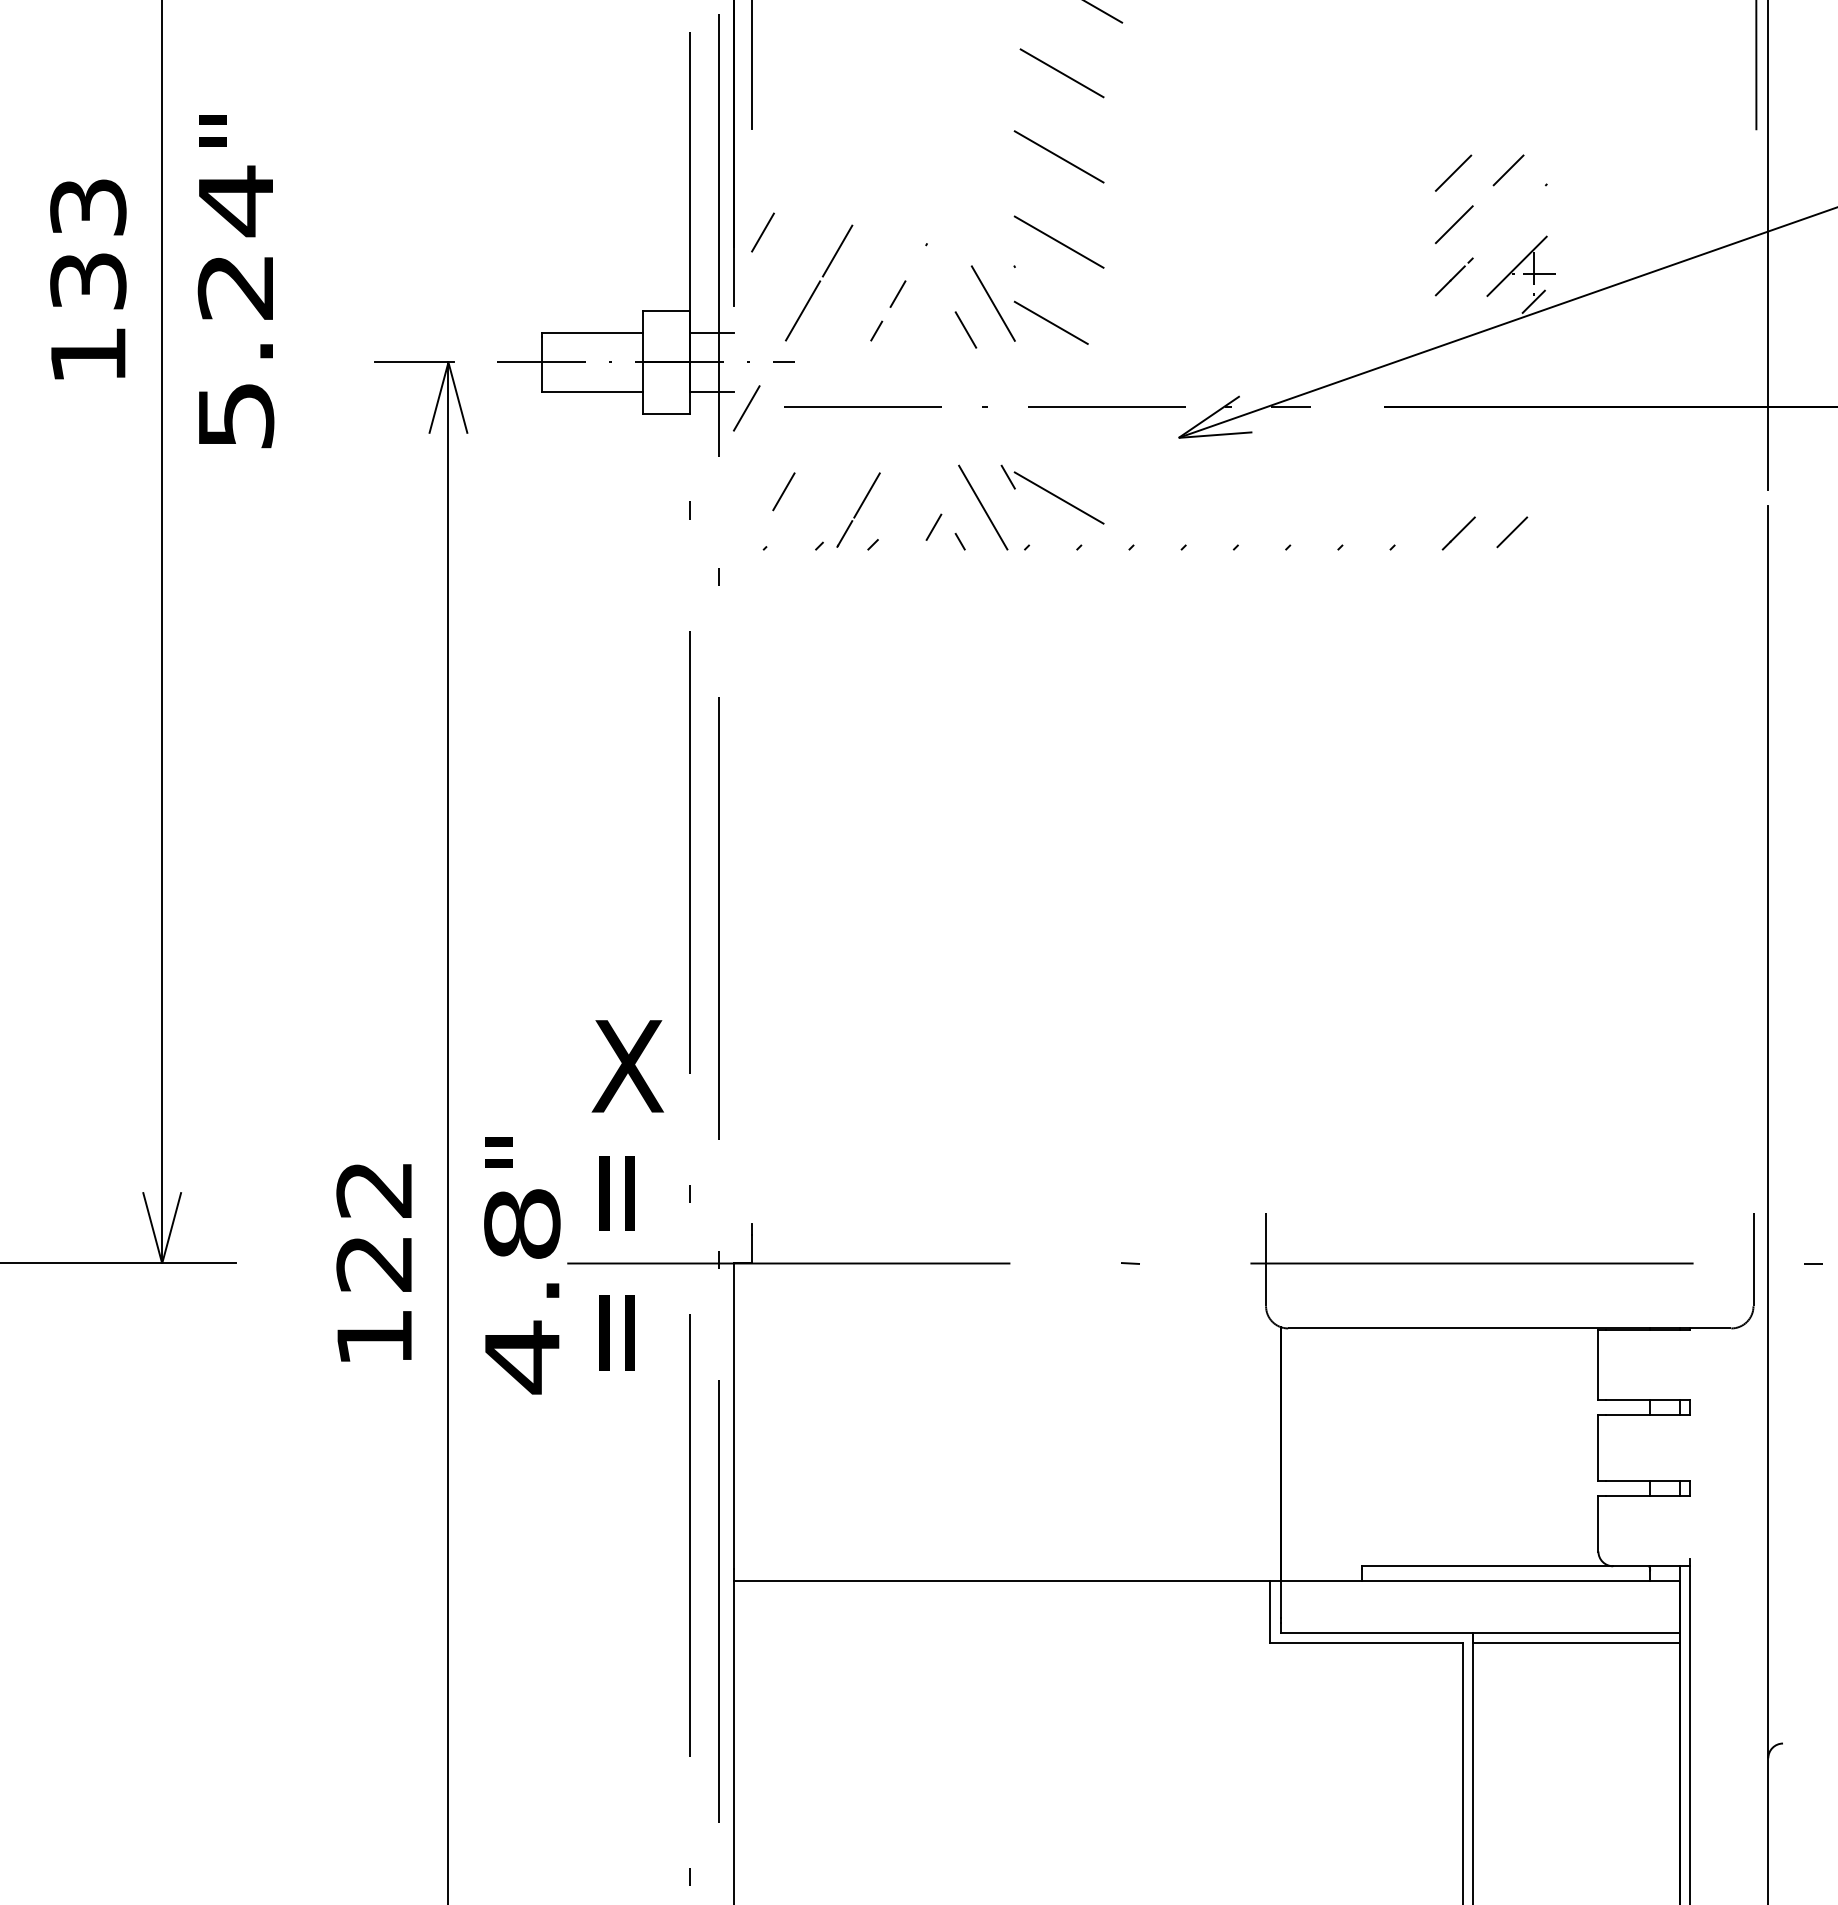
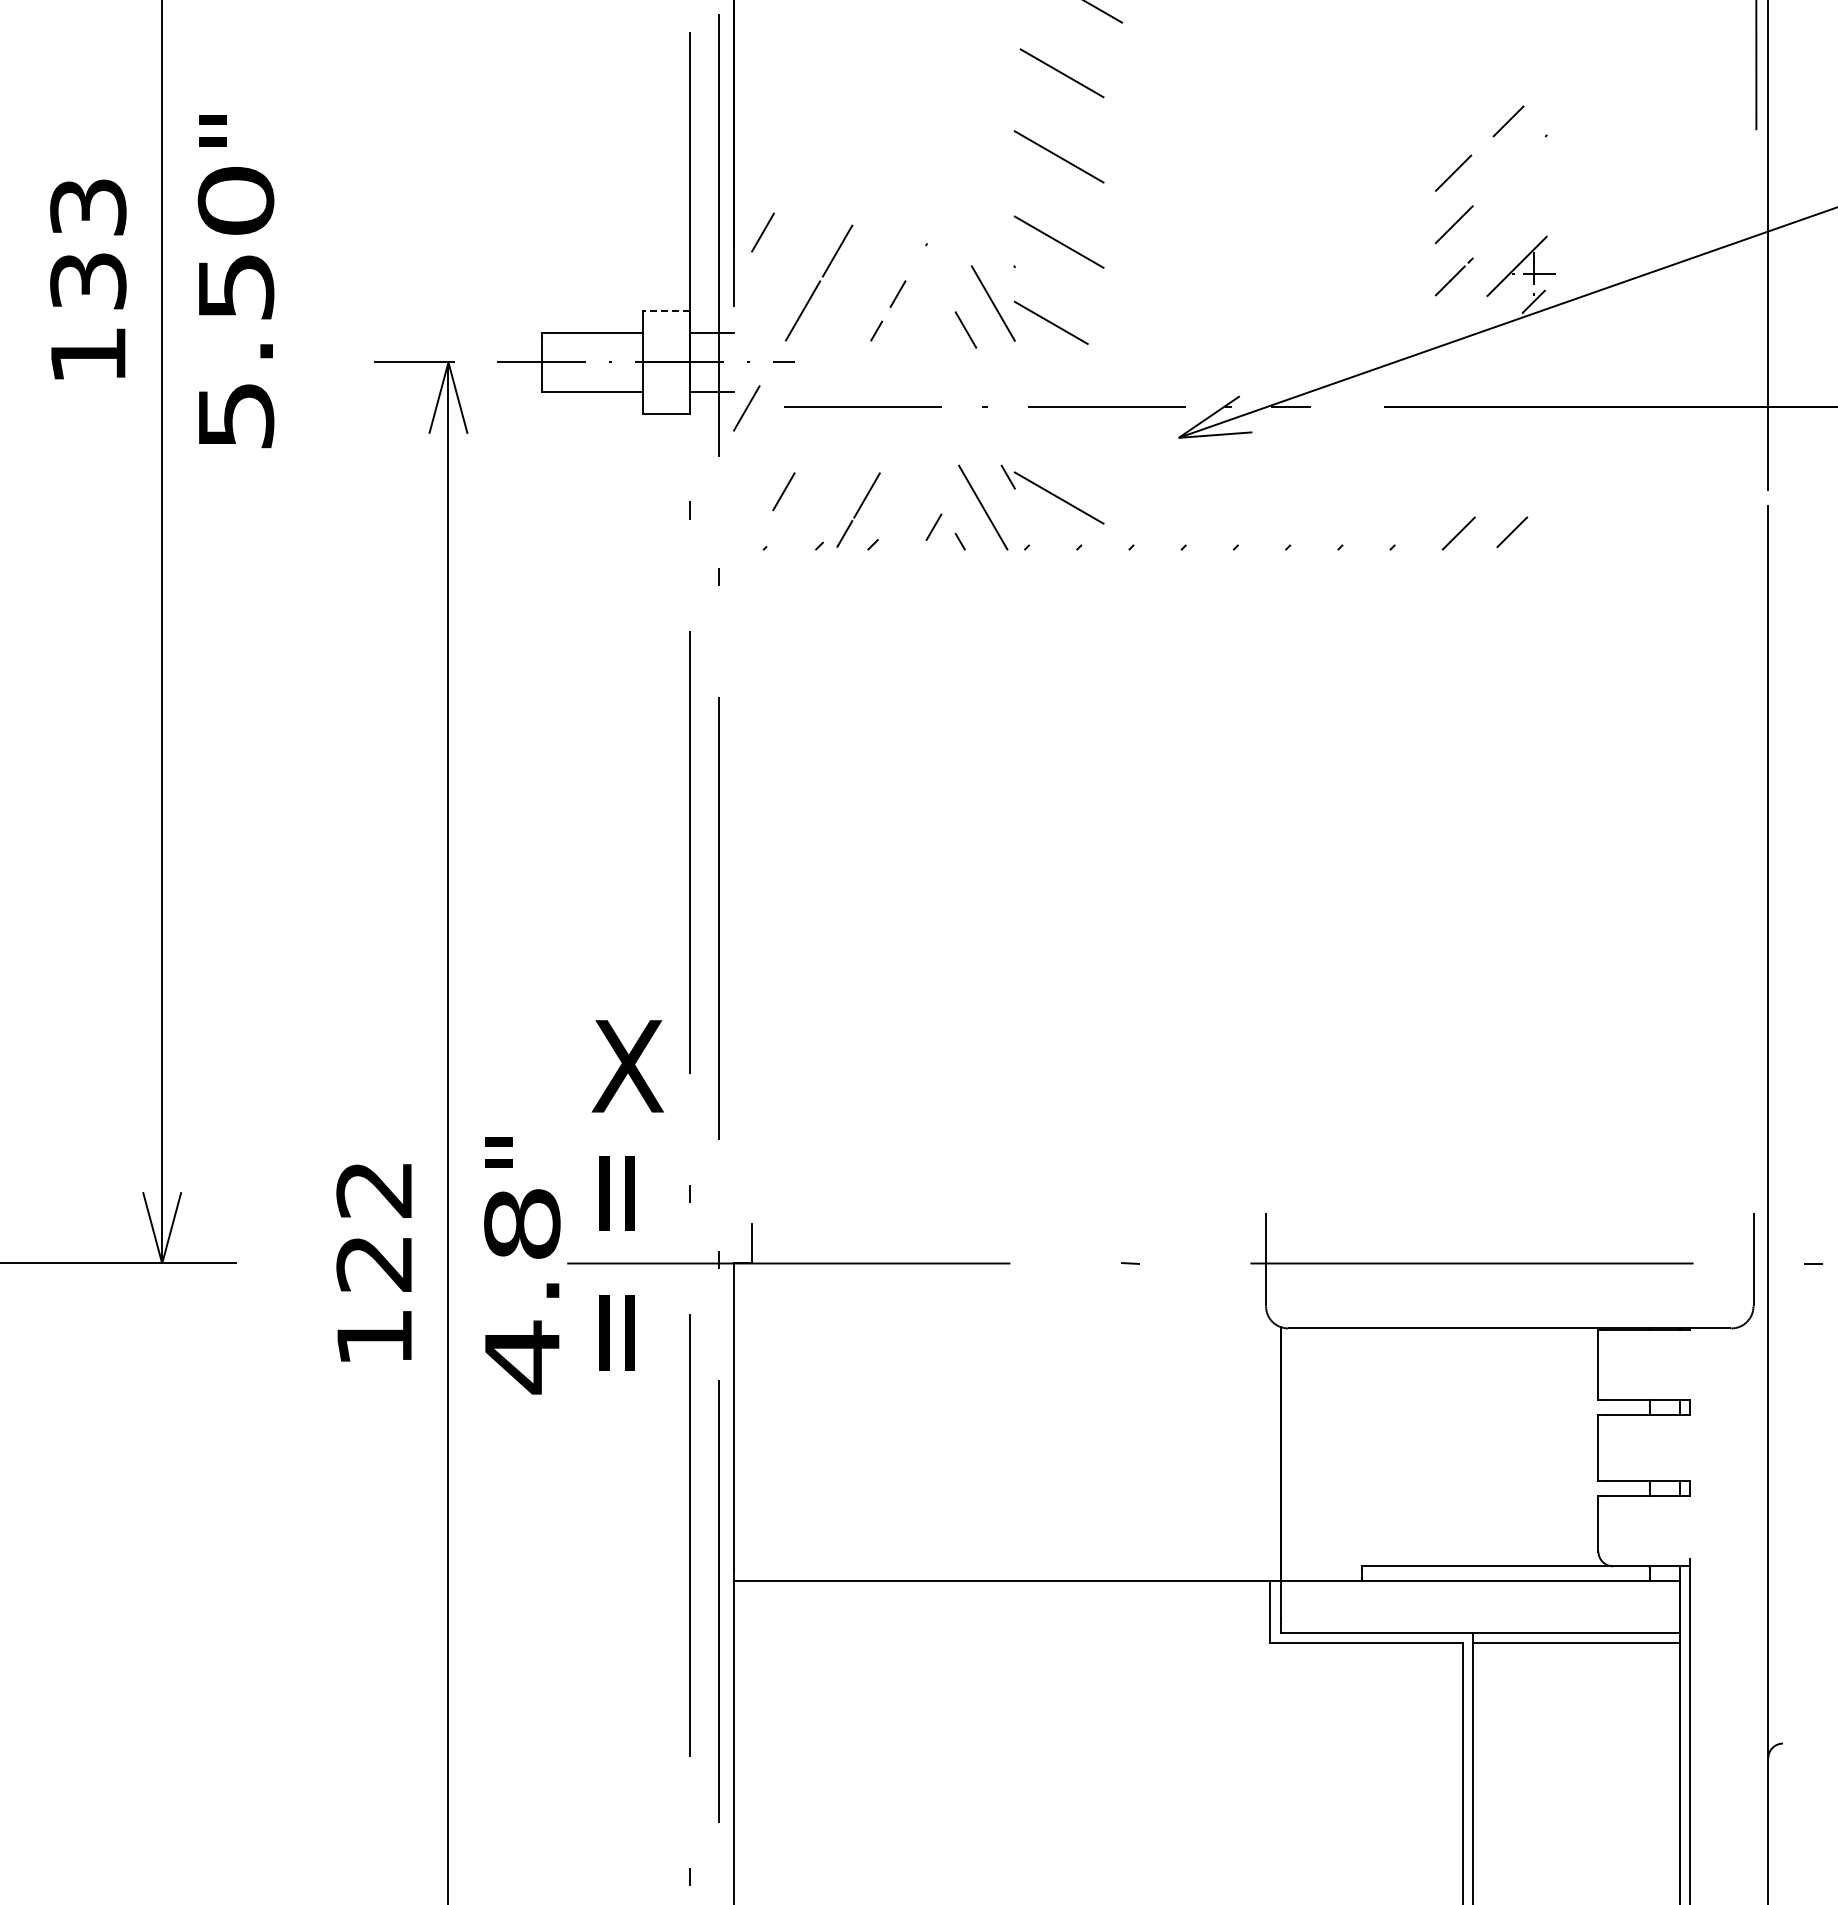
line at (751, 65): present -> none
part at (1514, 165) position: (1514, 165) -> (1514, 116)
text at (235, 242): 5.24 -> 5.50
line at (666, 310): solid -> dashed
